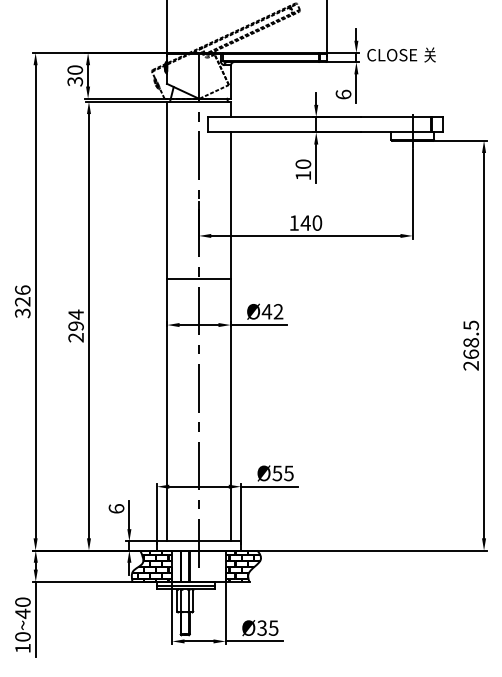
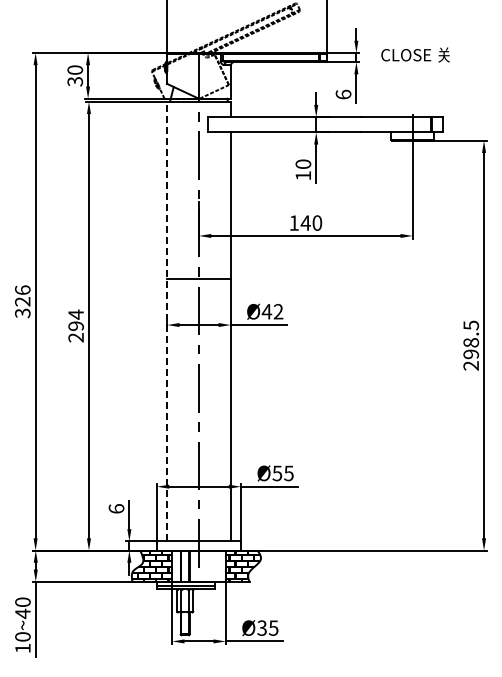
text at (401, 54) position: (401, 54) -> (415, 54)
line at (167, 321): solid -> dashed
text at (471, 354): 268.5 -> 298.5
